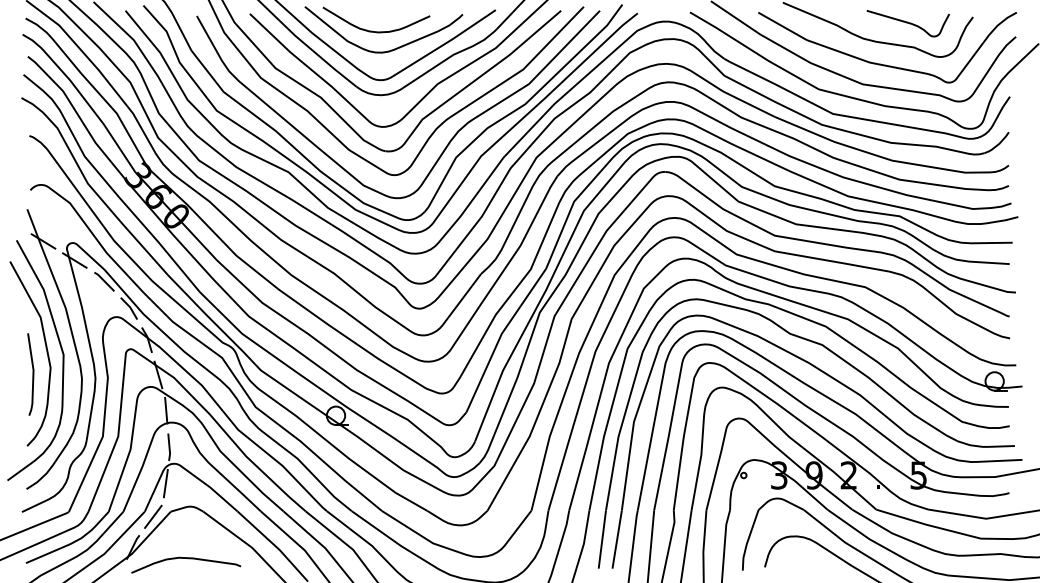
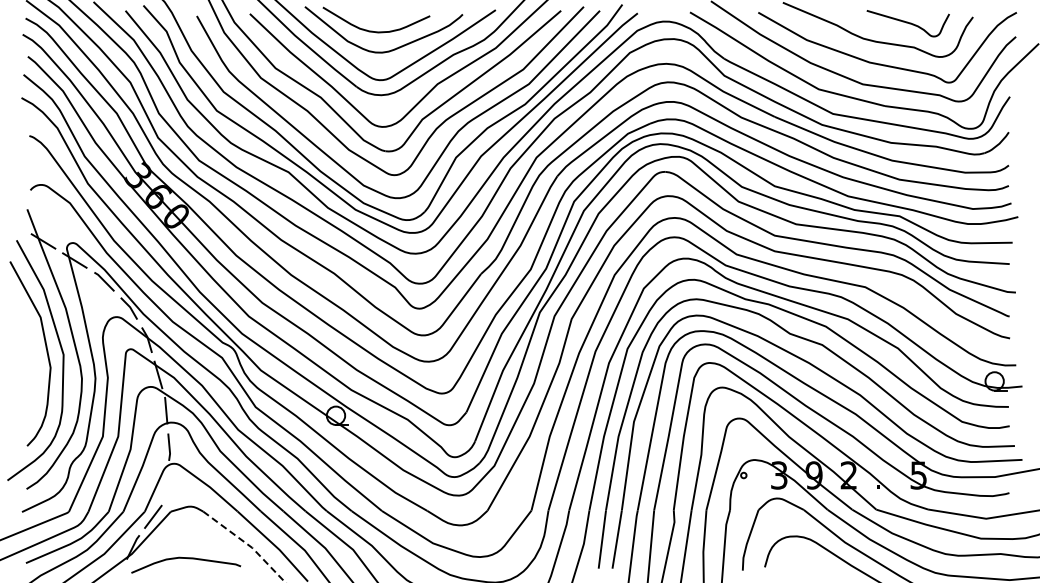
curve at (32, 374): present -> none
line at (165, 483): present -> none
line at (247, 544): solid -> dashed
